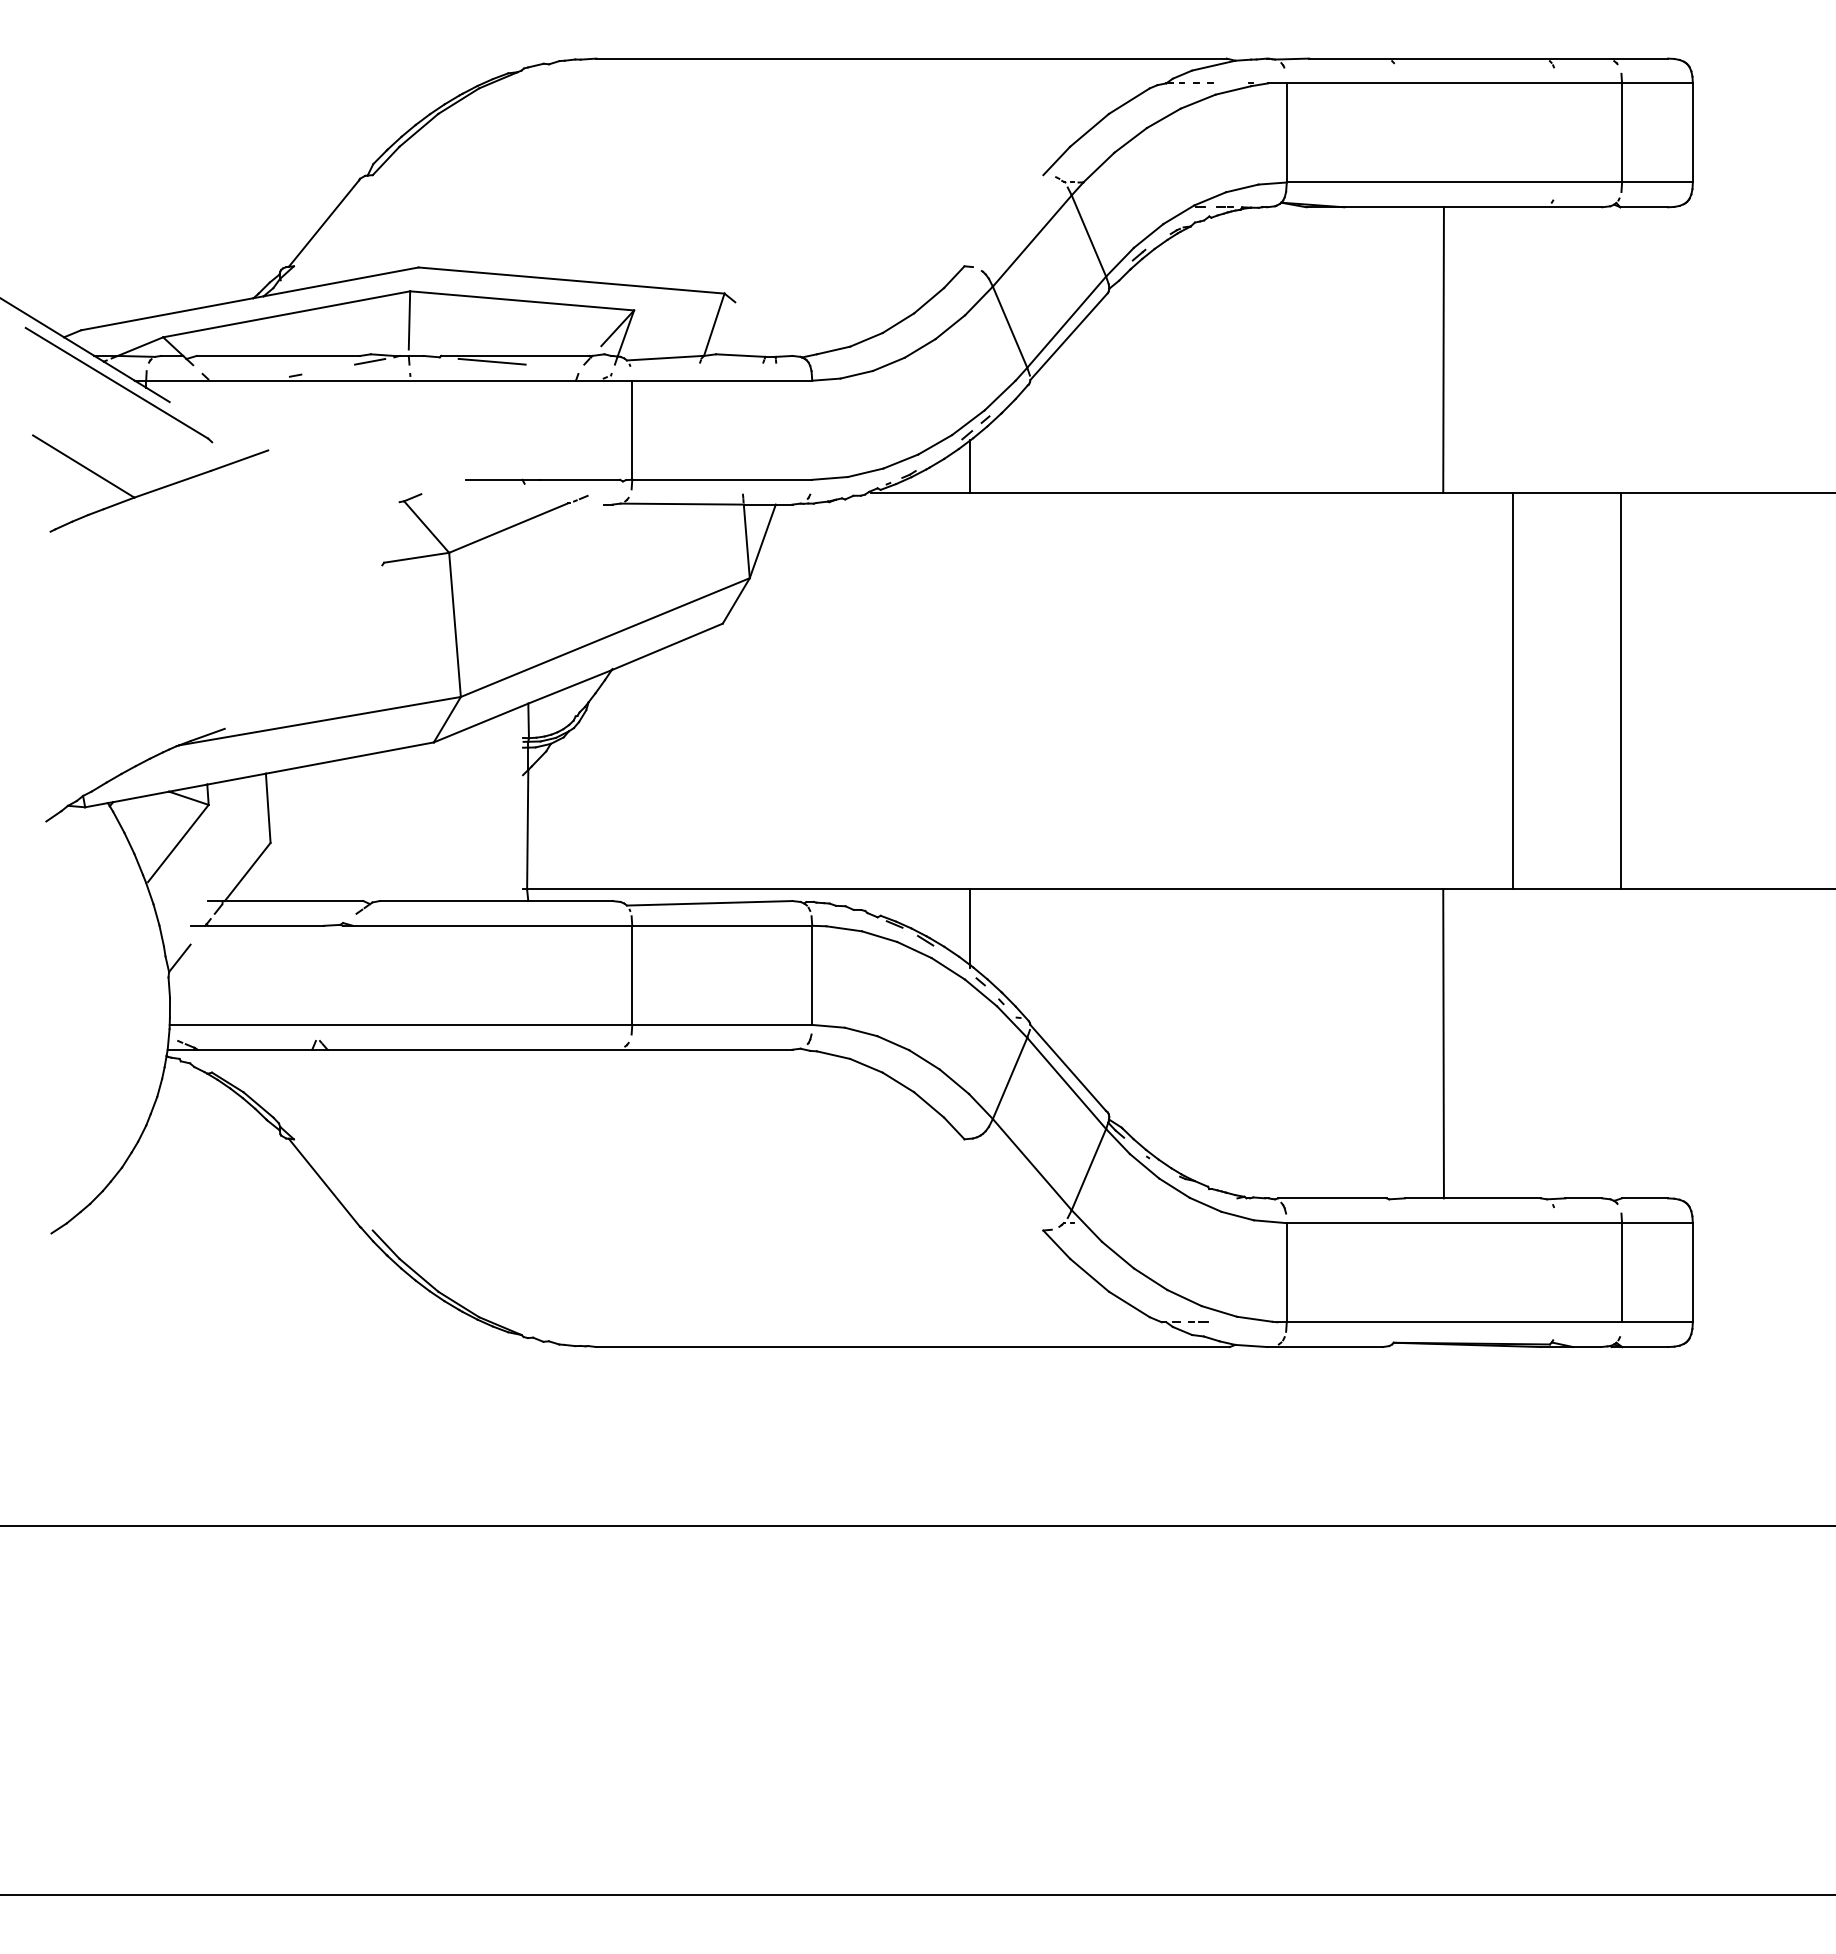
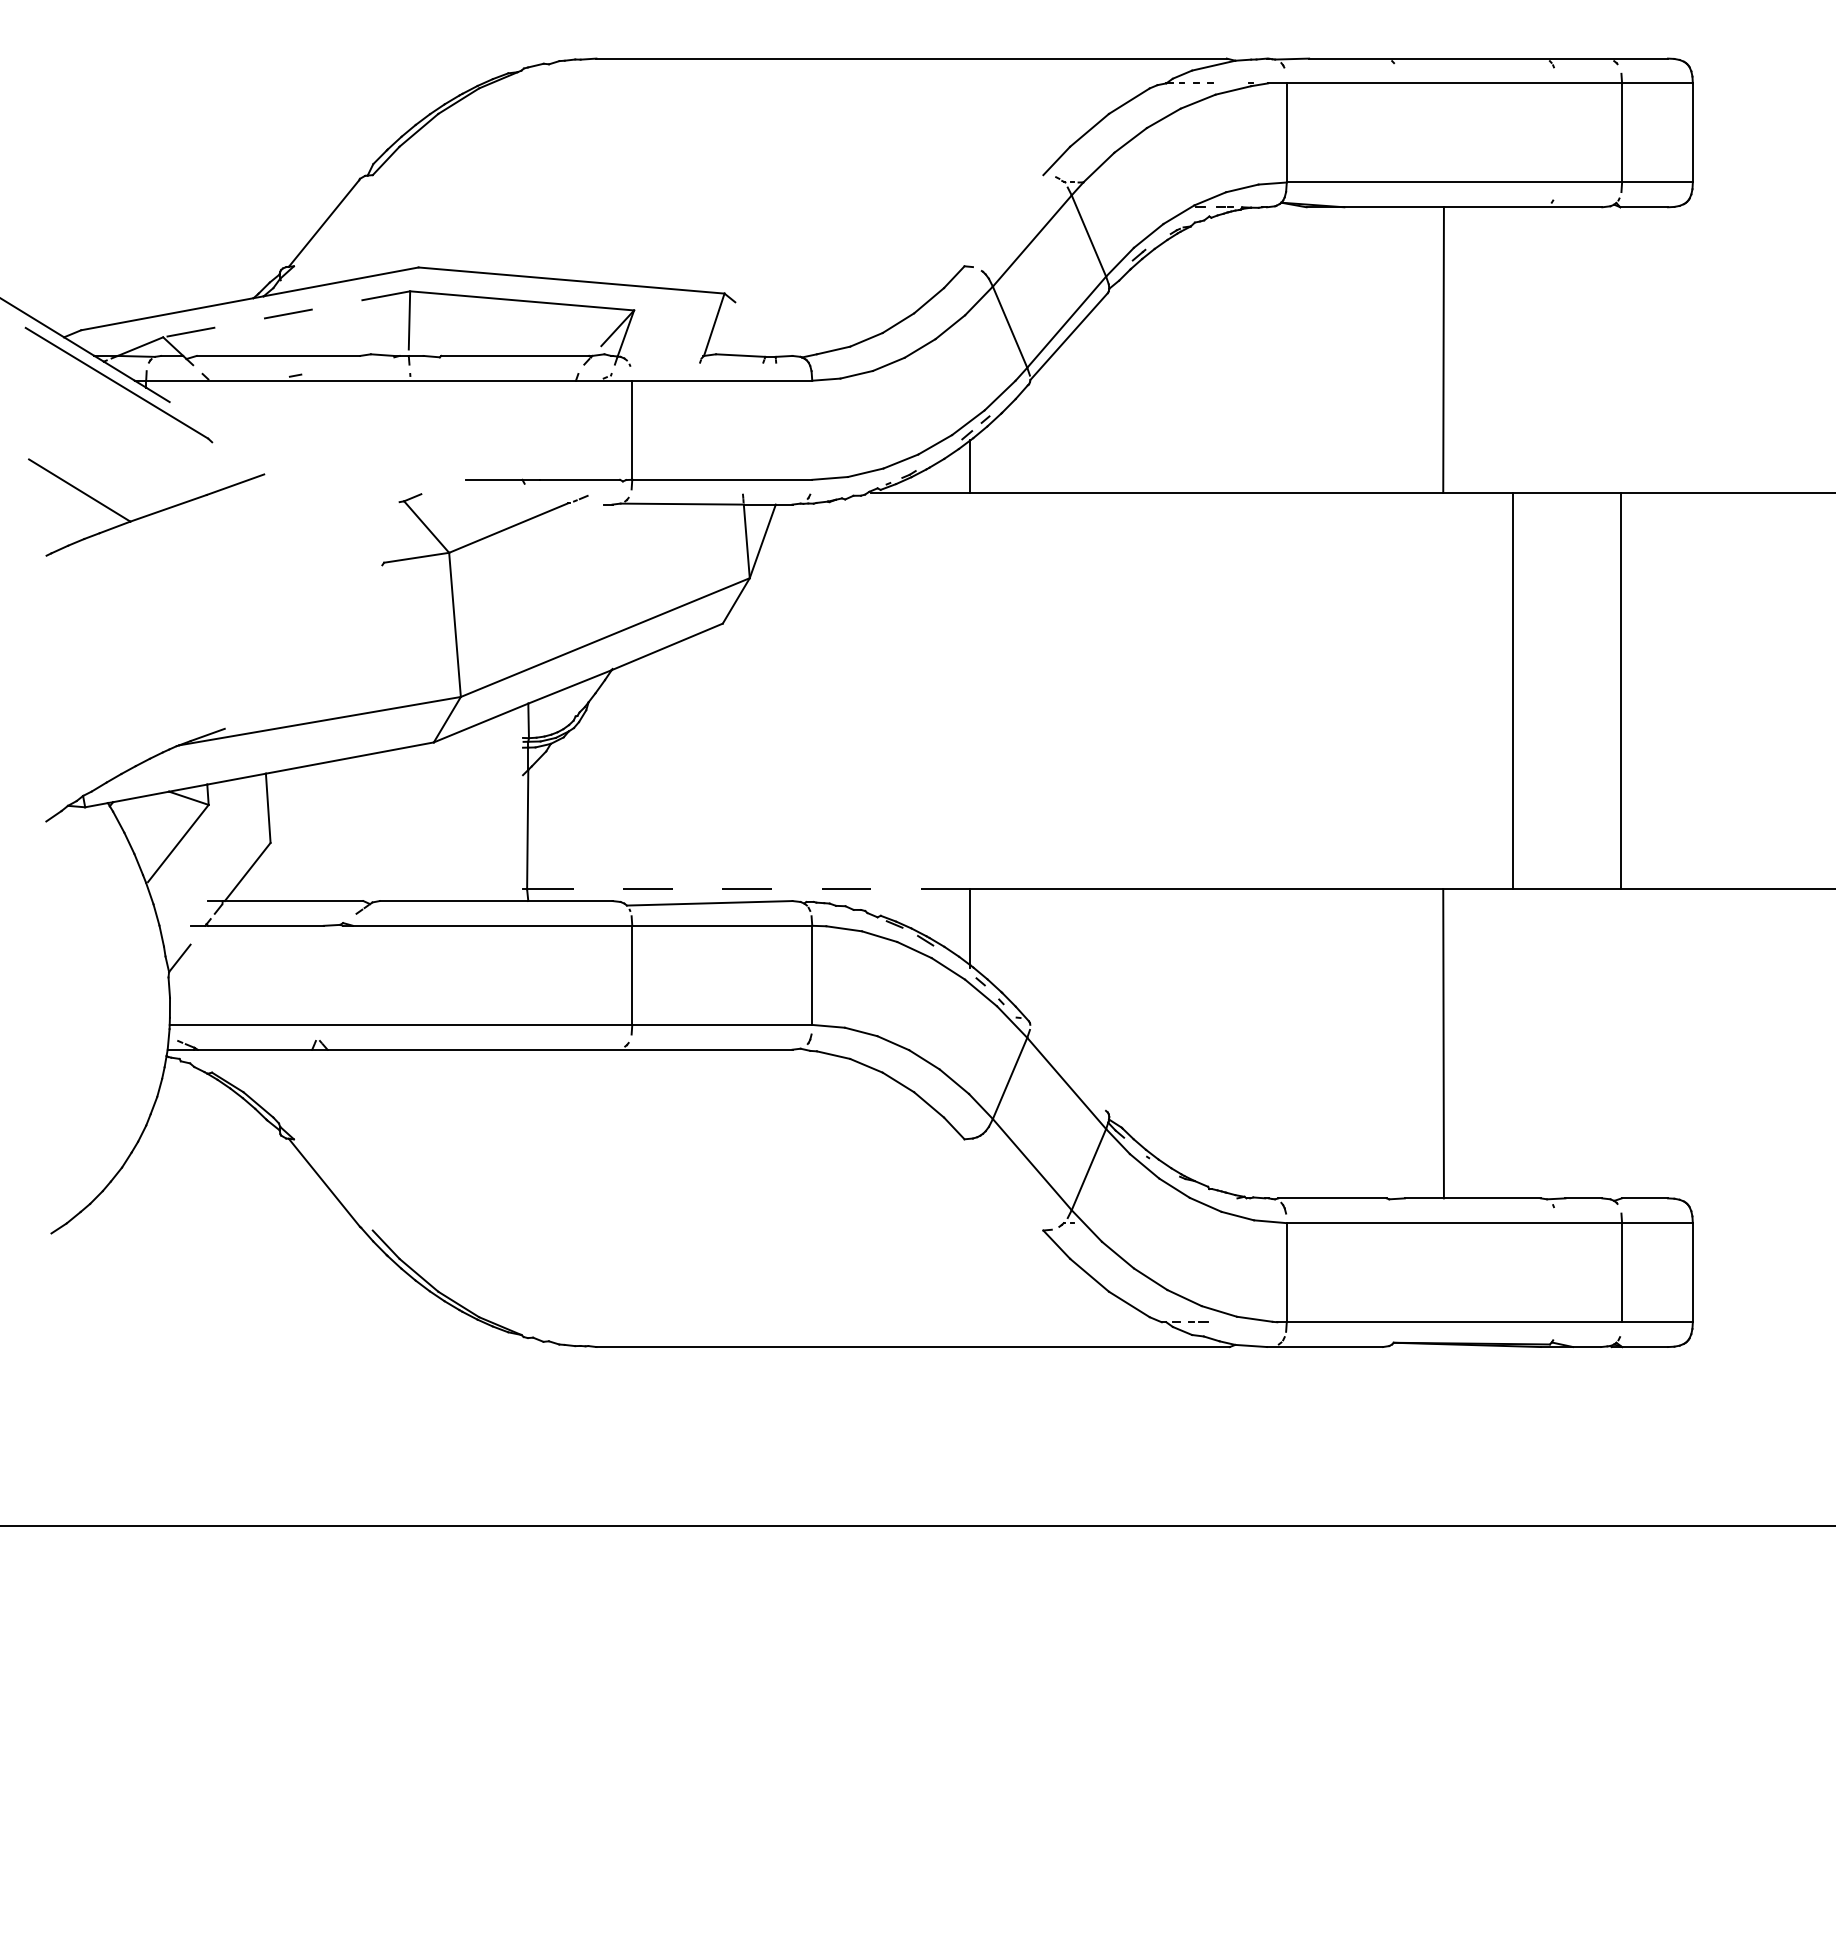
line at (286, 314): solid -> dashed
line at (664, 357): present -> none
line at (370, 361): present -> none
line at (491, 361): present -> none
part at (151, 490) position: (151, 490) -> (147, 514)
line at (748, 889): solid -> dashed
line at (1067, 1067): present -> none
line at (917, 1895): present -> none
